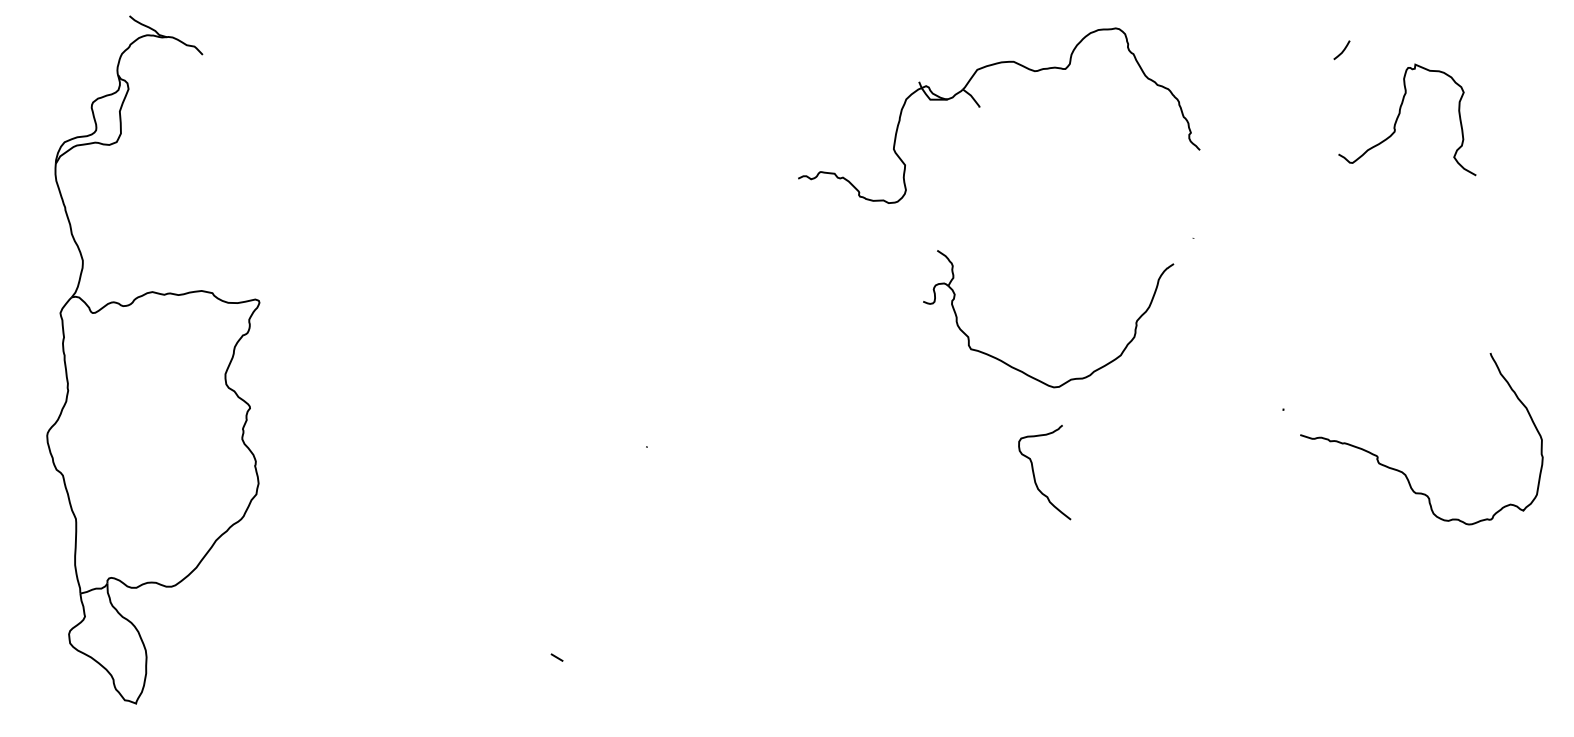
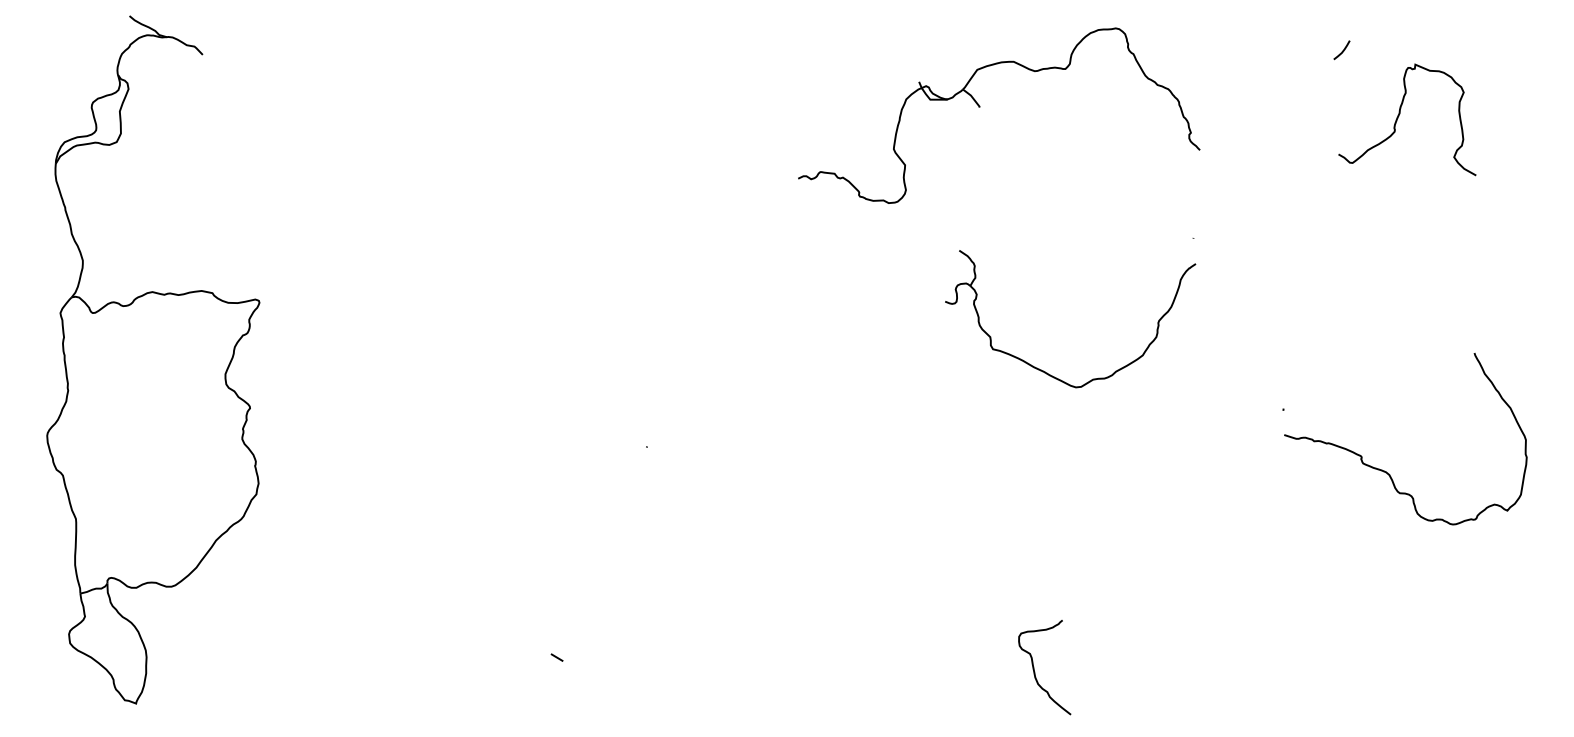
part at (1023, 371) position: (1023, 371) -> (1045, 371)
curve at (1402, 471) position: (1402, 471) -> (1386, 471)
curve at (1034, 472) position: (1034, 472) -> (1034, 667)
